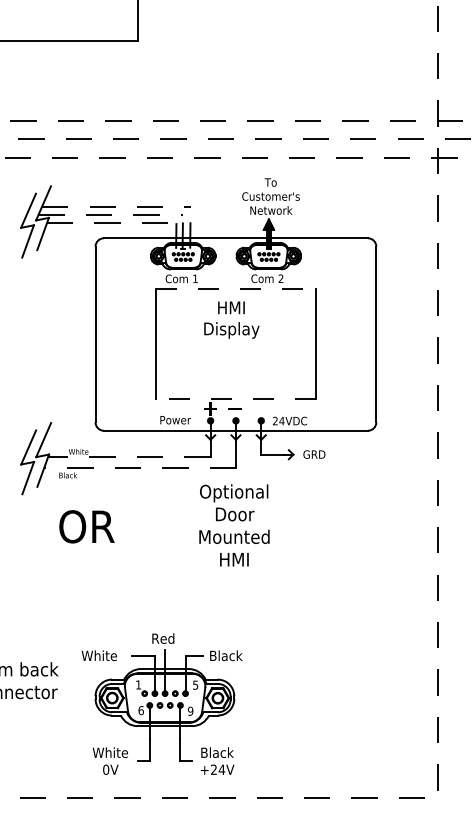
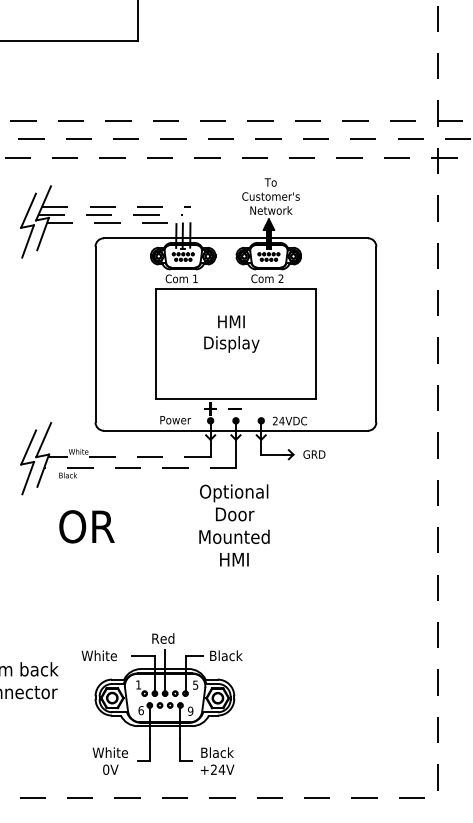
line at (236, 289): dashed -> solid
text at (231, 319) position: (231, 319) -> (231, 333)
line at (235, 398): dashed -> solid
